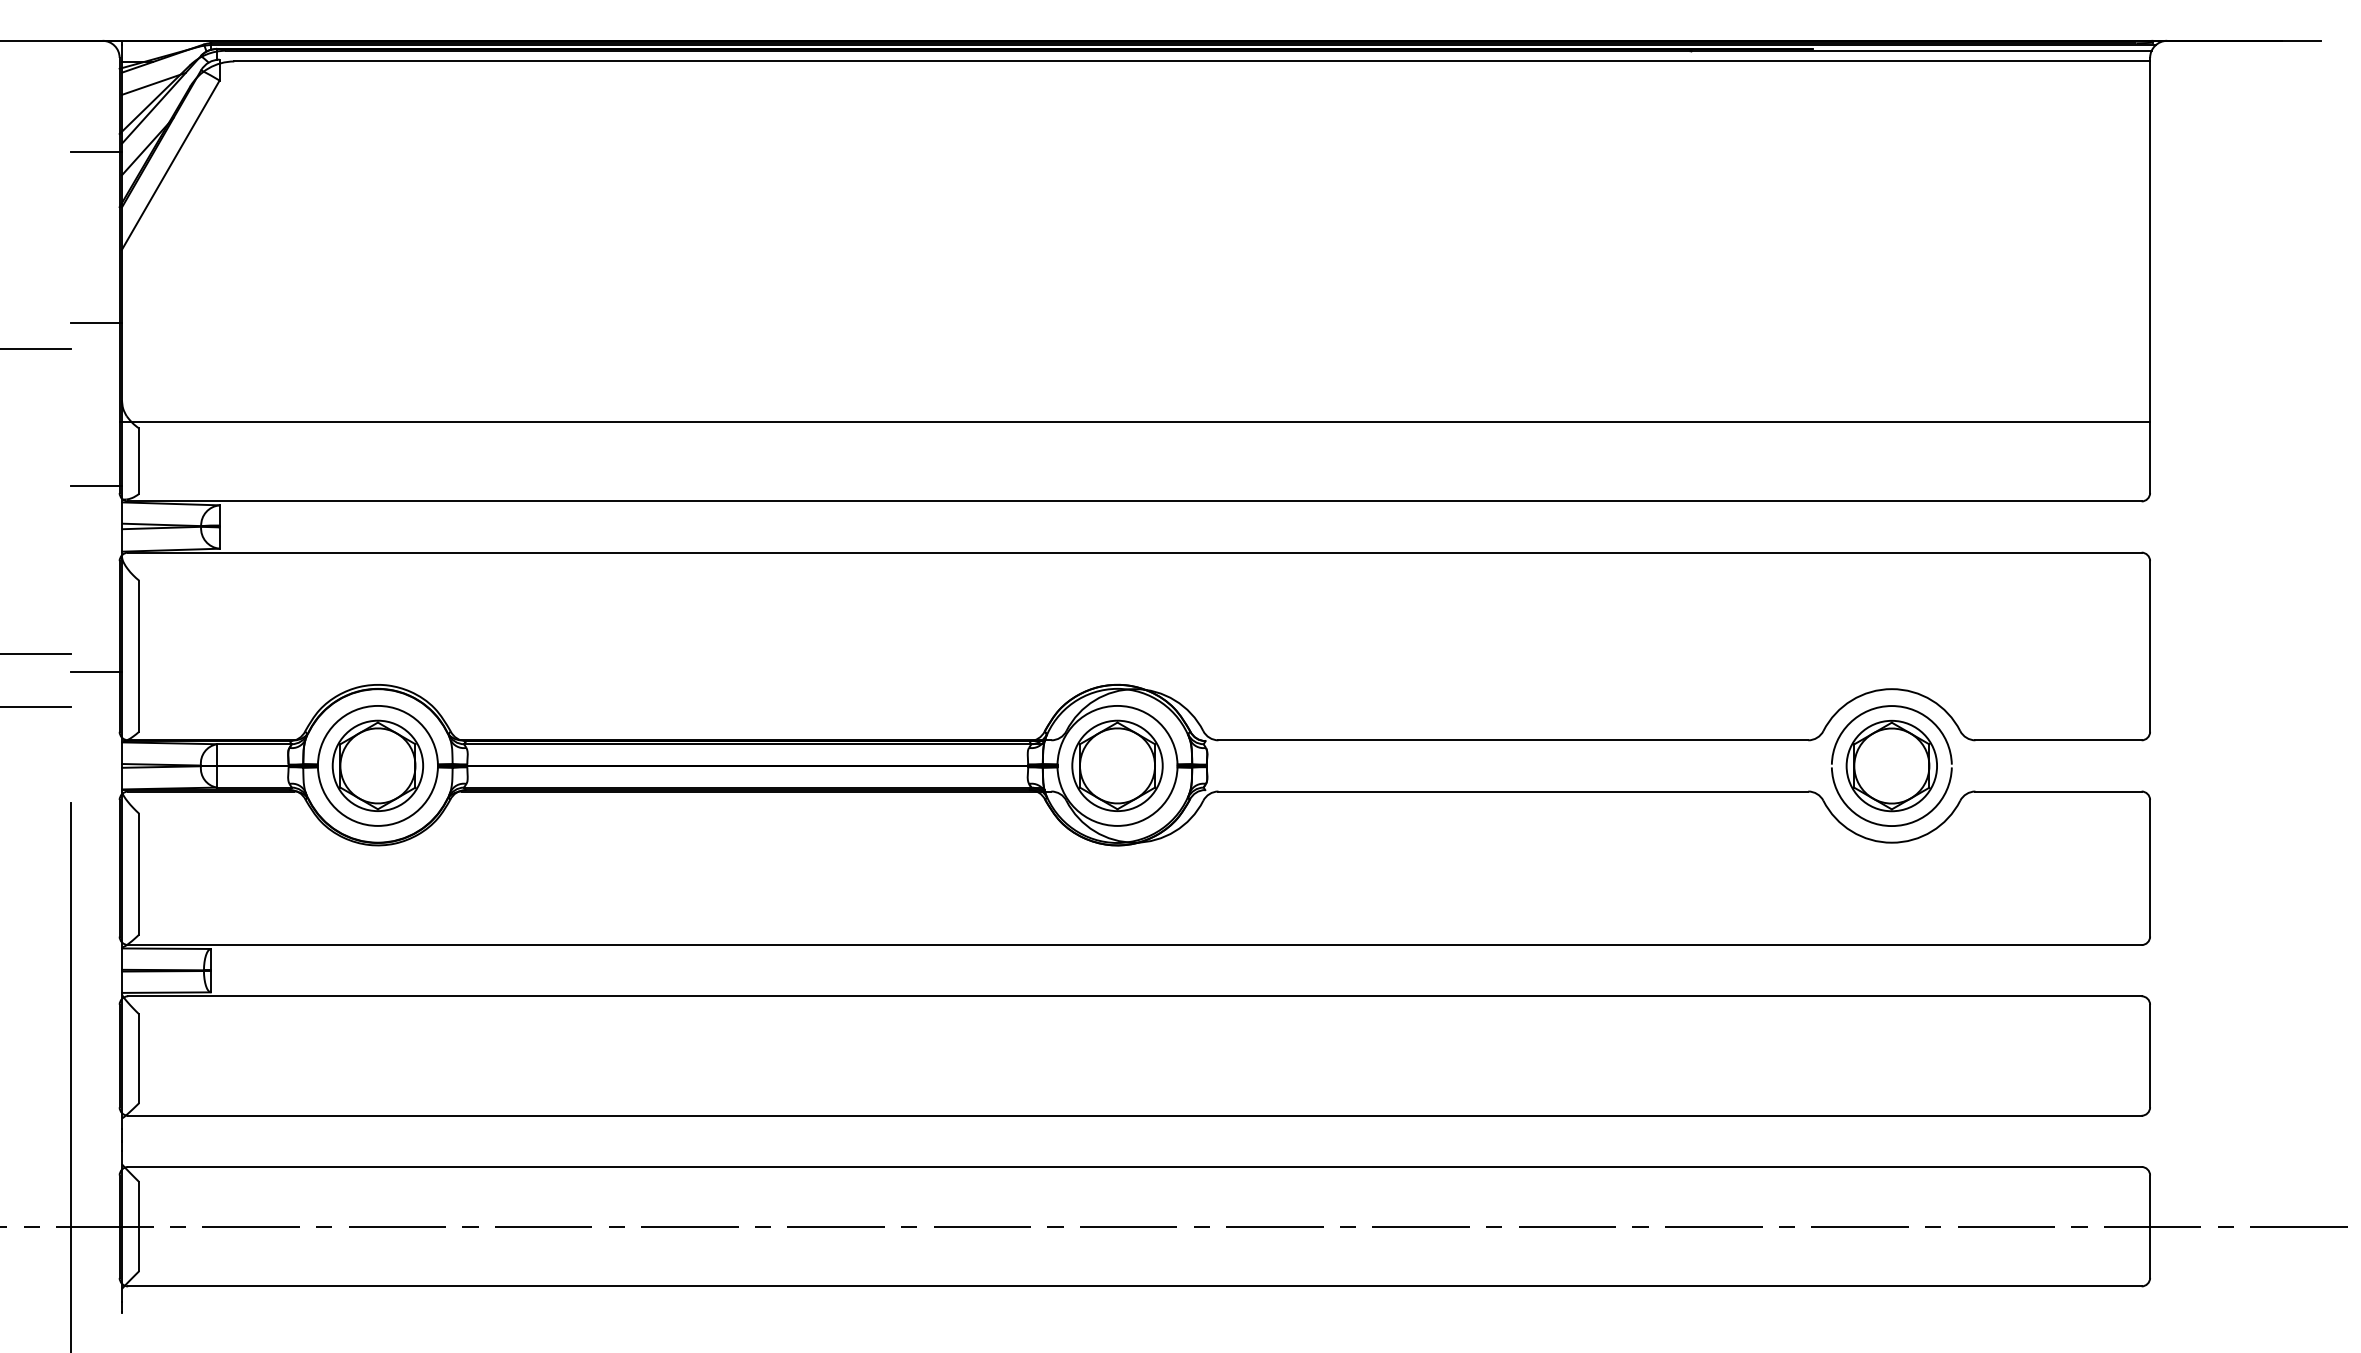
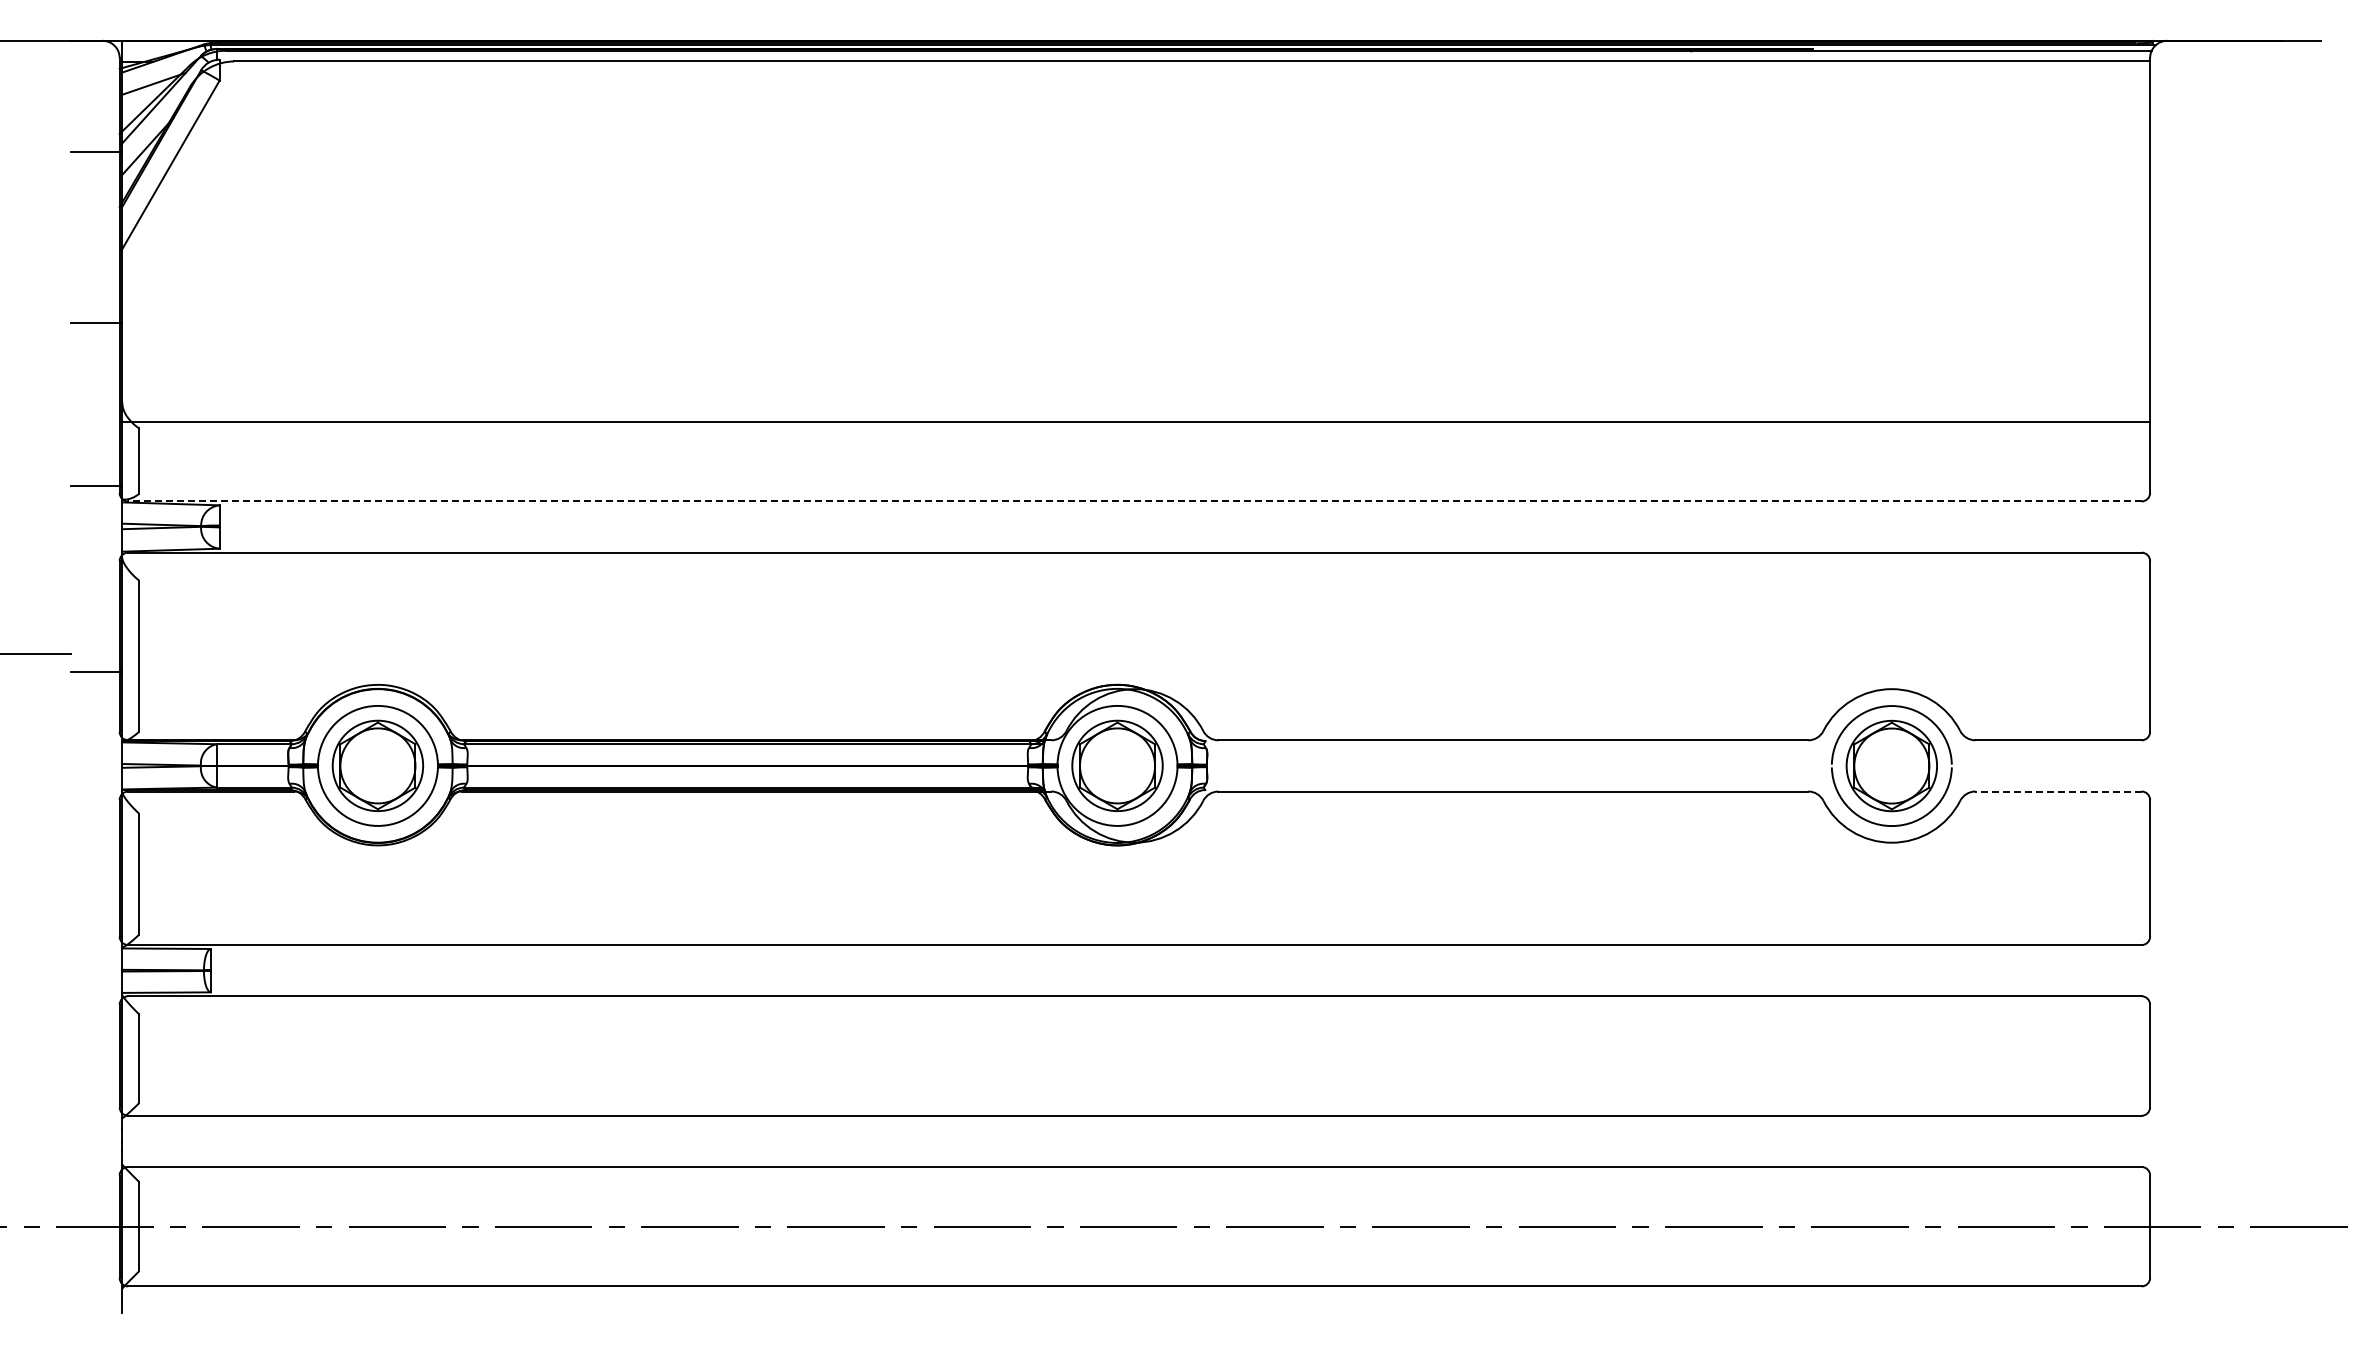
line at (36, 348): present -> none
line at (1134, 501): solid -> dashed
line at (36, 706): present -> none
line at (2058, 791): solid -> dashed
line at (70, 1076): present -> none
